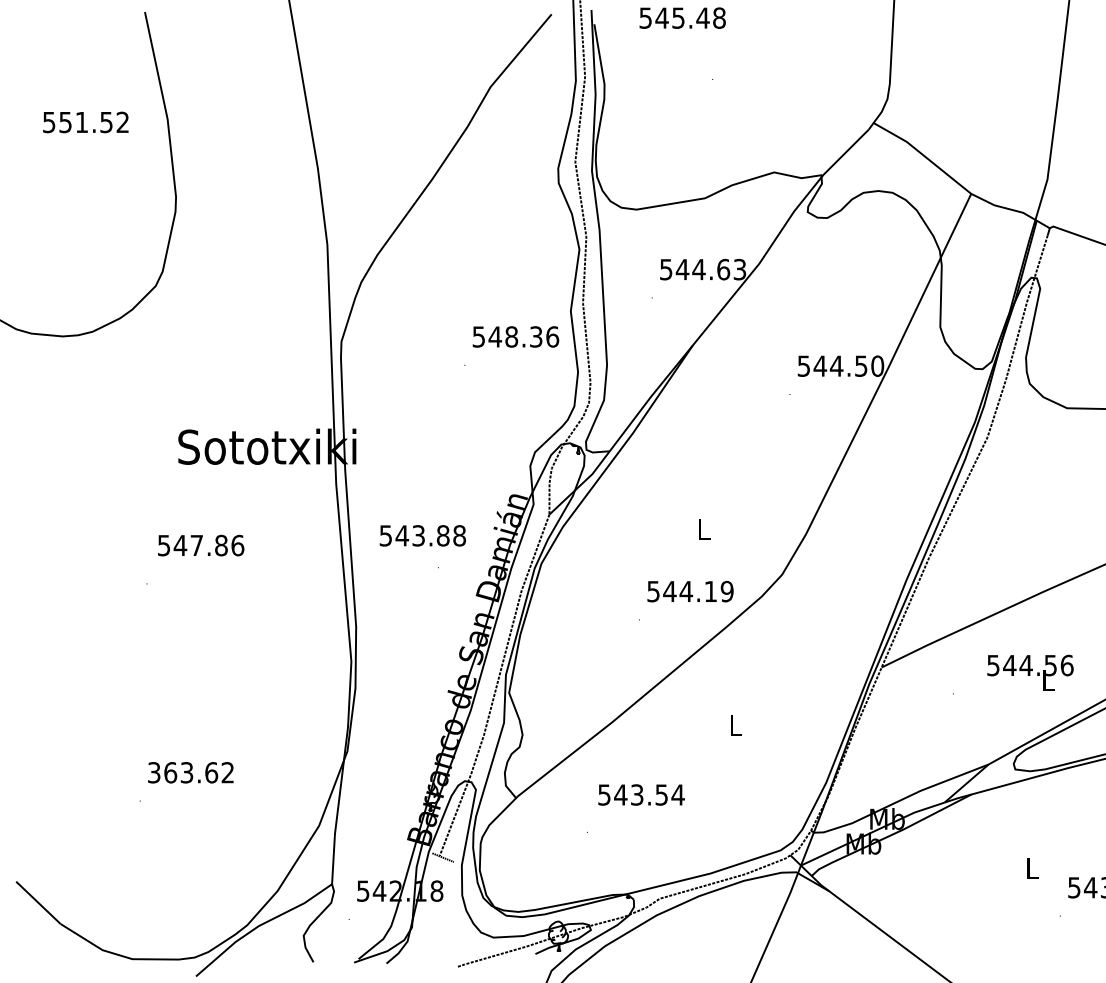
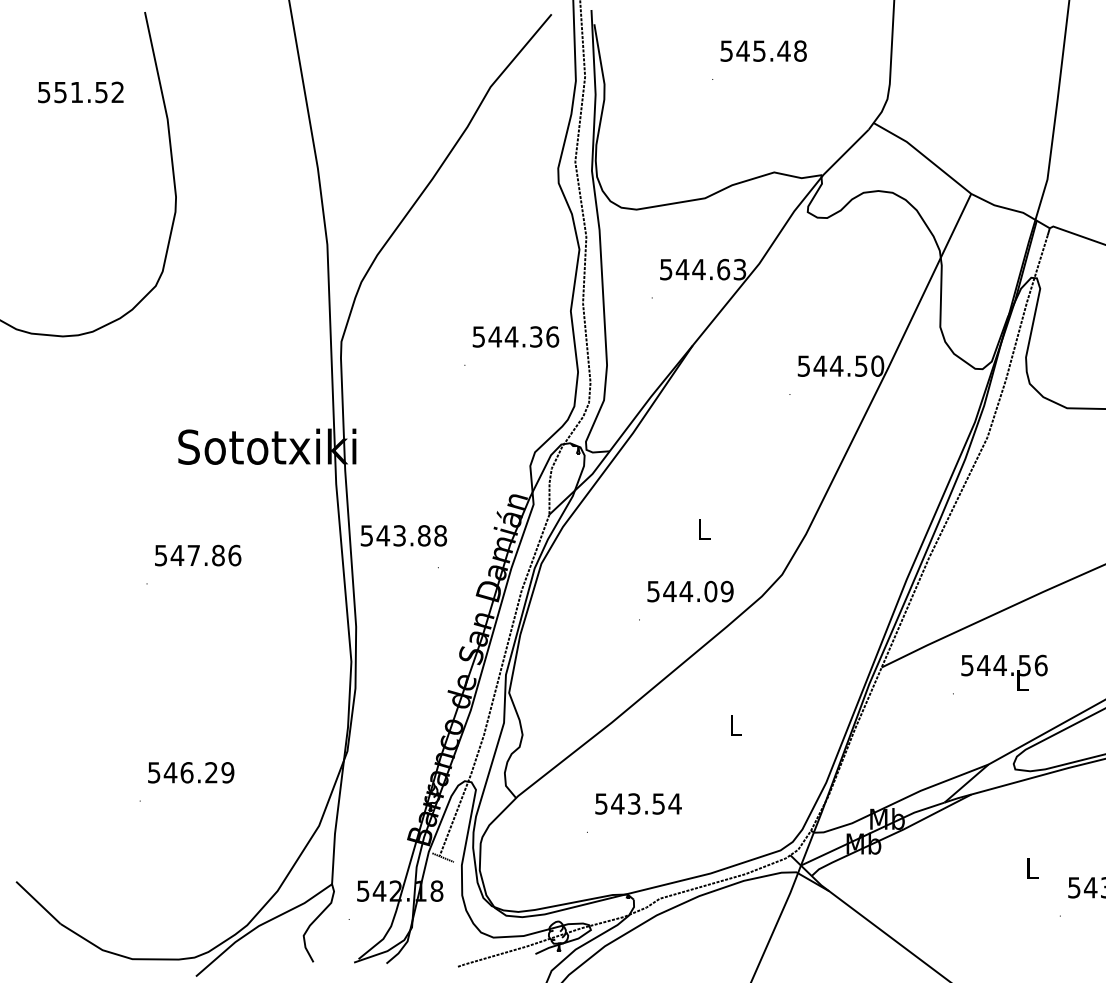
text at (682, 17) position: (682, 17) -> (763, 50)
text at (85, 122) position: (85, 122) -> (80, 92)
text at (511, 336): 548.36 -> 544.36
text at (422, 535) position: (422, 535) -> (403, 535)
text at (201, 545) position: (201, 545) -> (198, 555)
text at (710, 591): 544.19 -> 544.09
text at (1030, 672) position: (1030, 672) -> (1004, 672)
text at (191, 772): 363.62 -> 546.29
text at (641, 794) position: (641, 794) -> (638, 803)
